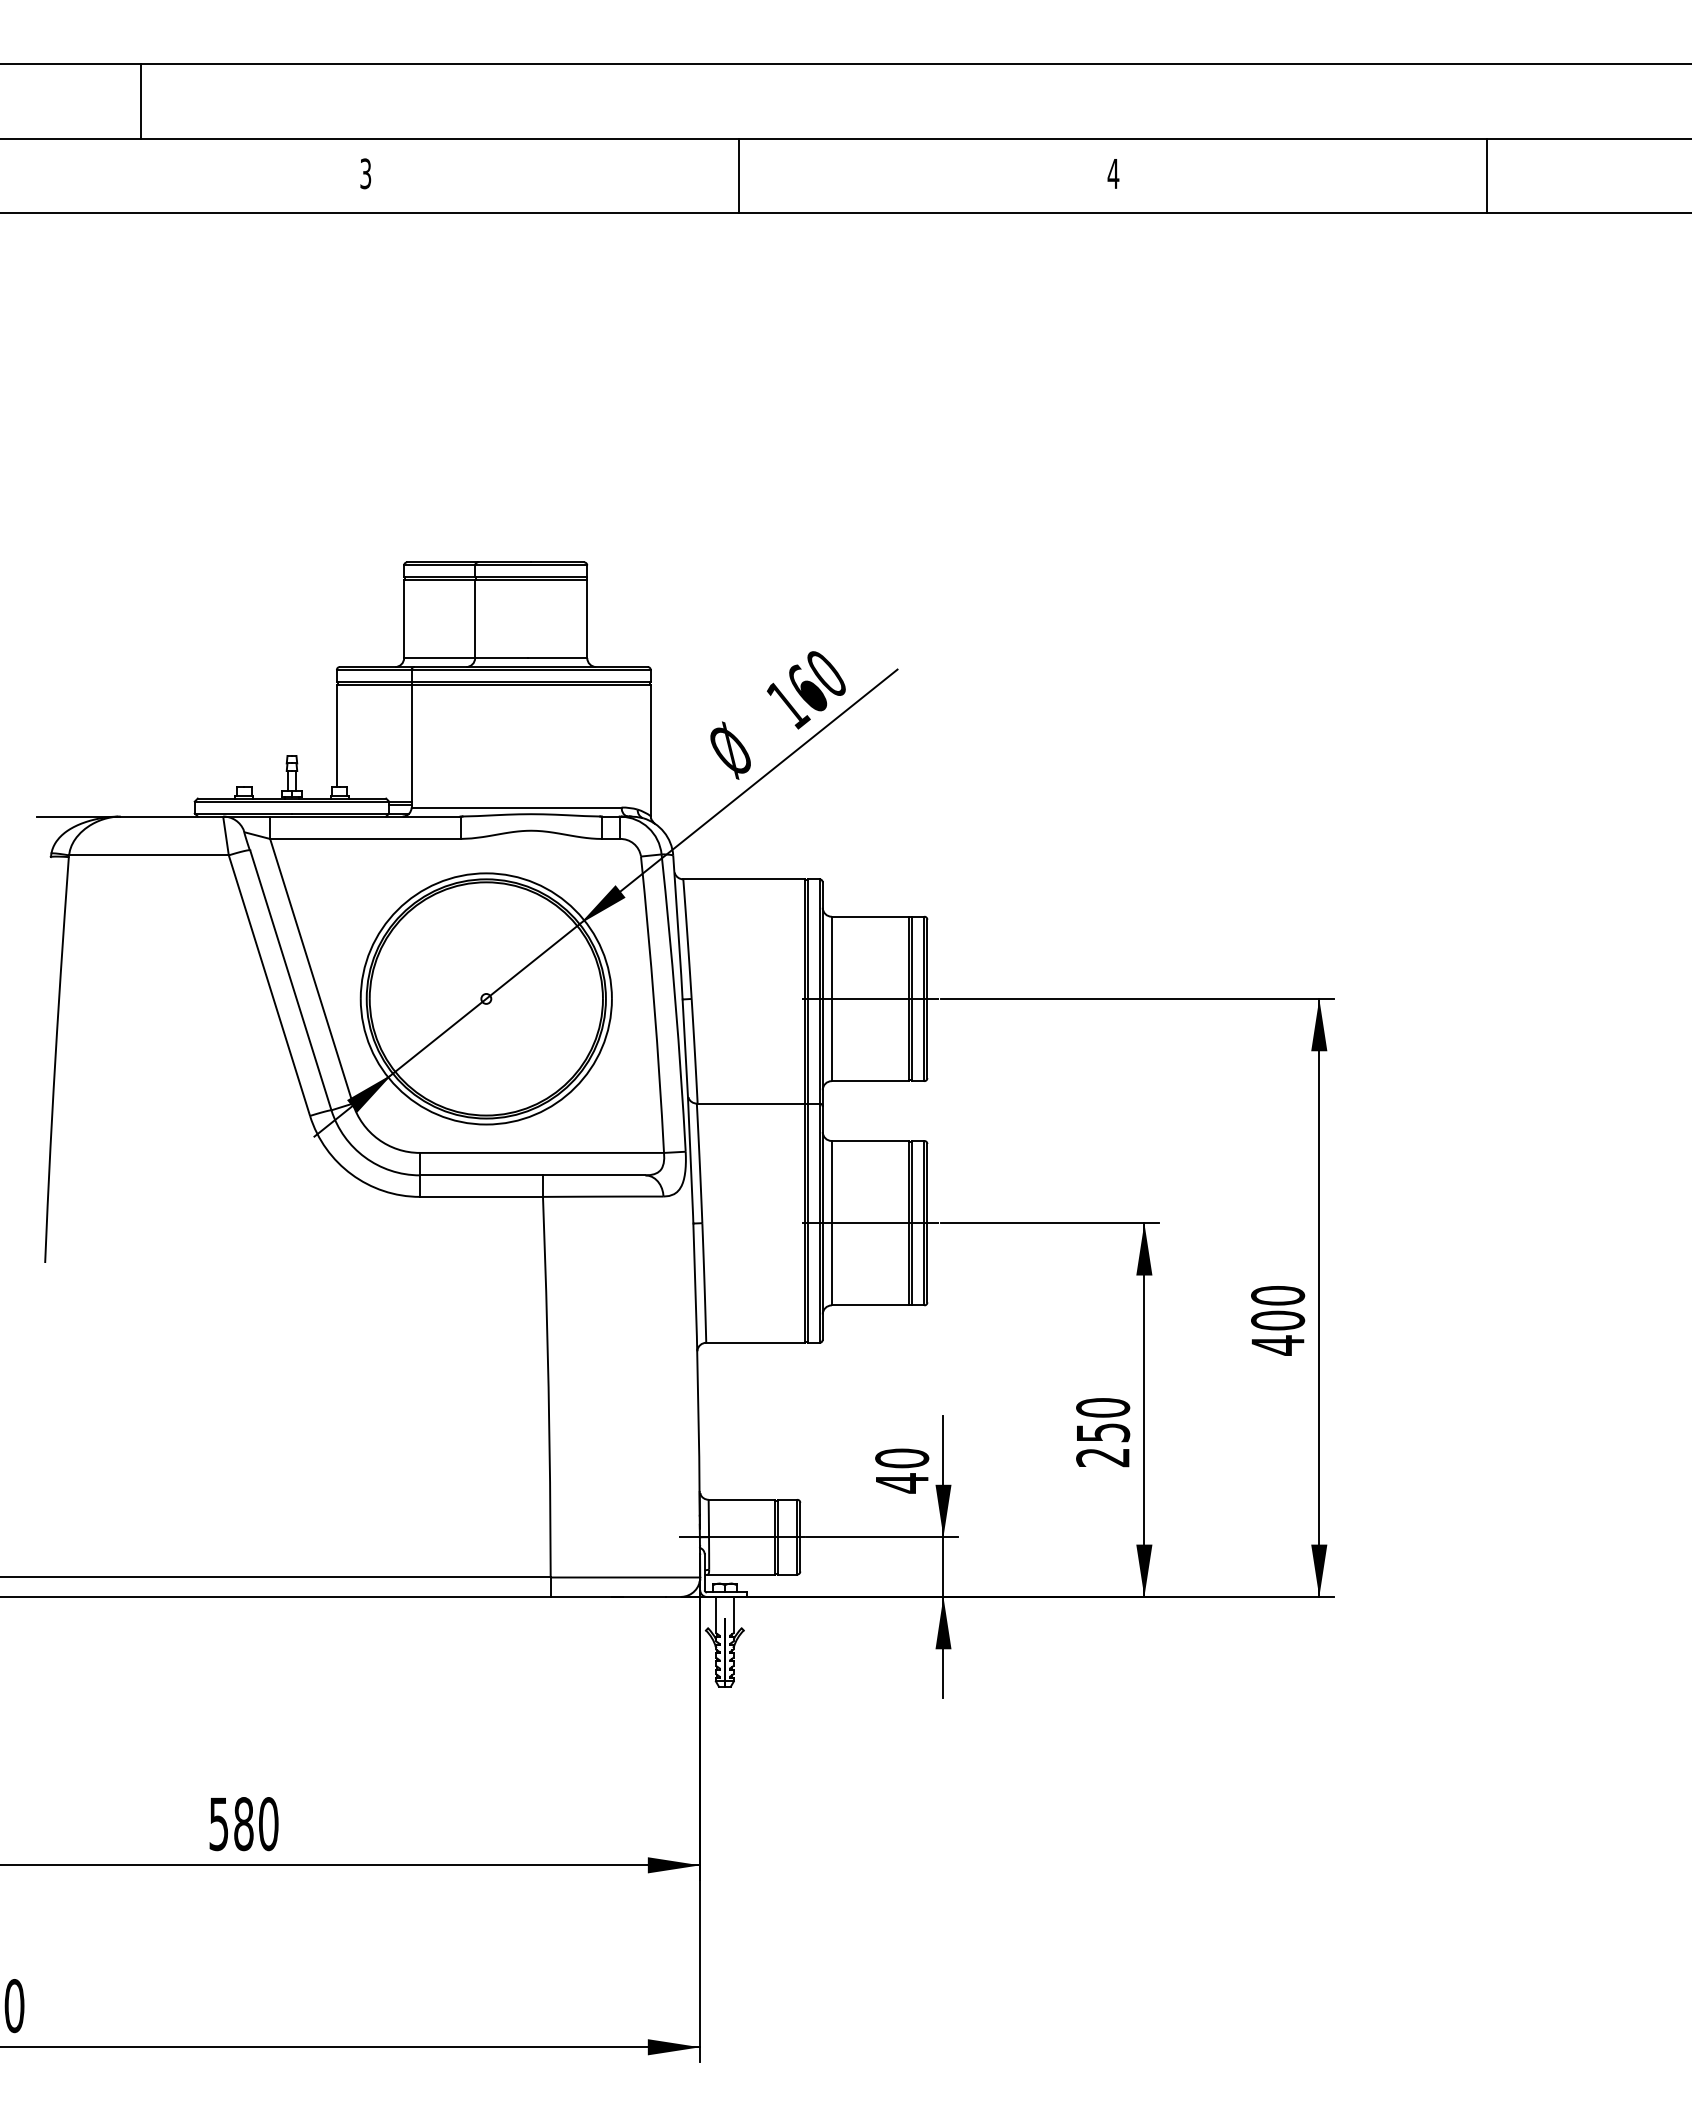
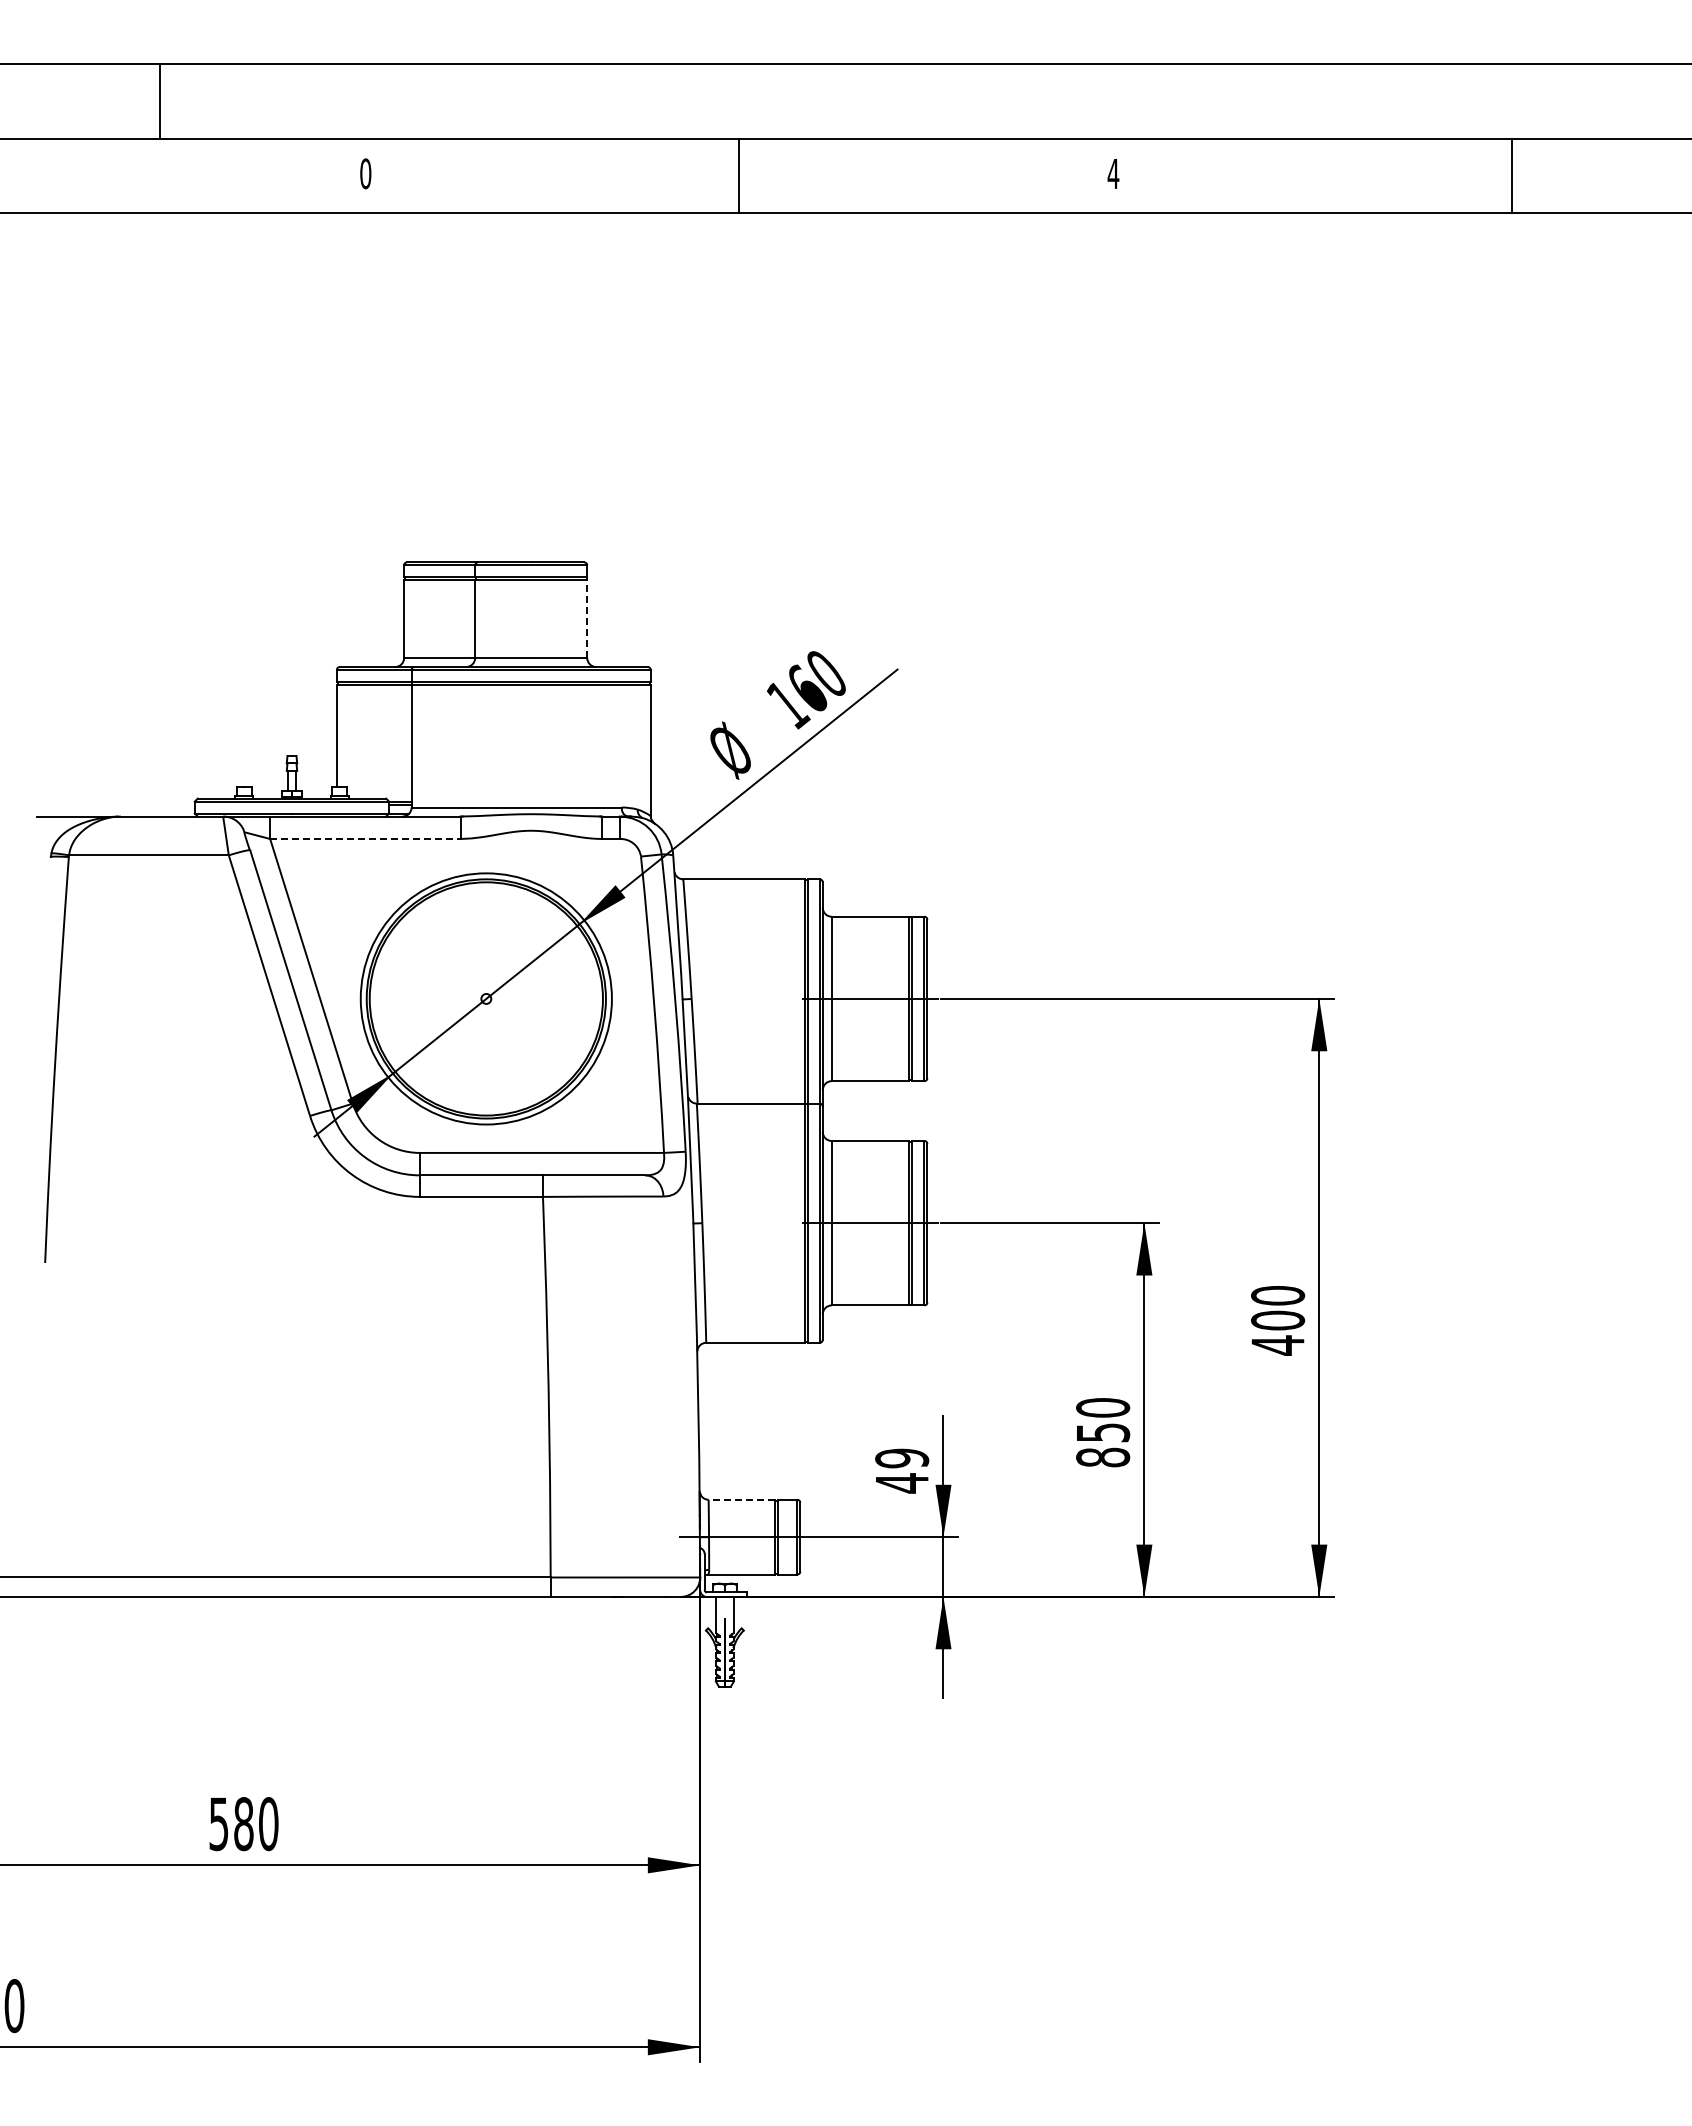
line at (141, 100) position: (141, 100) -> (160, 100)
text at (365, 173): 3 -> 0
line at (1486, 175) position: (1486, 175) -> (1511, 175)
line at (587, 619): solid -> dashed
line at (365, 838): solid -> dashed
text at (1103, 1457): 250 -> 850
text at (902, 1458): 40 -> 49
line at (741, 1499): solid -> dashed
